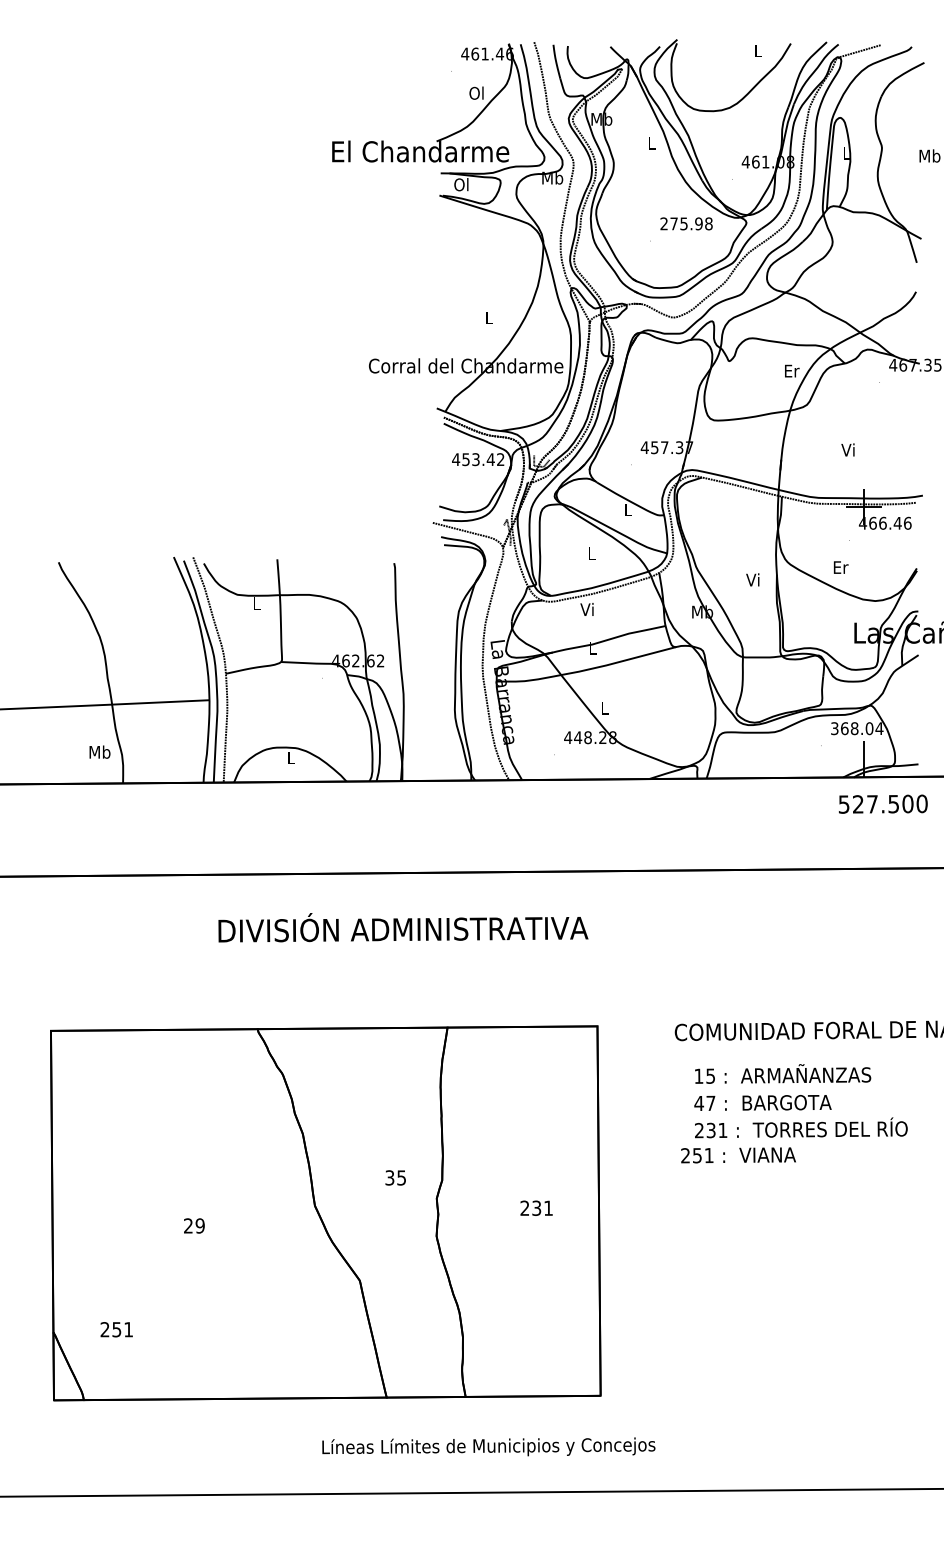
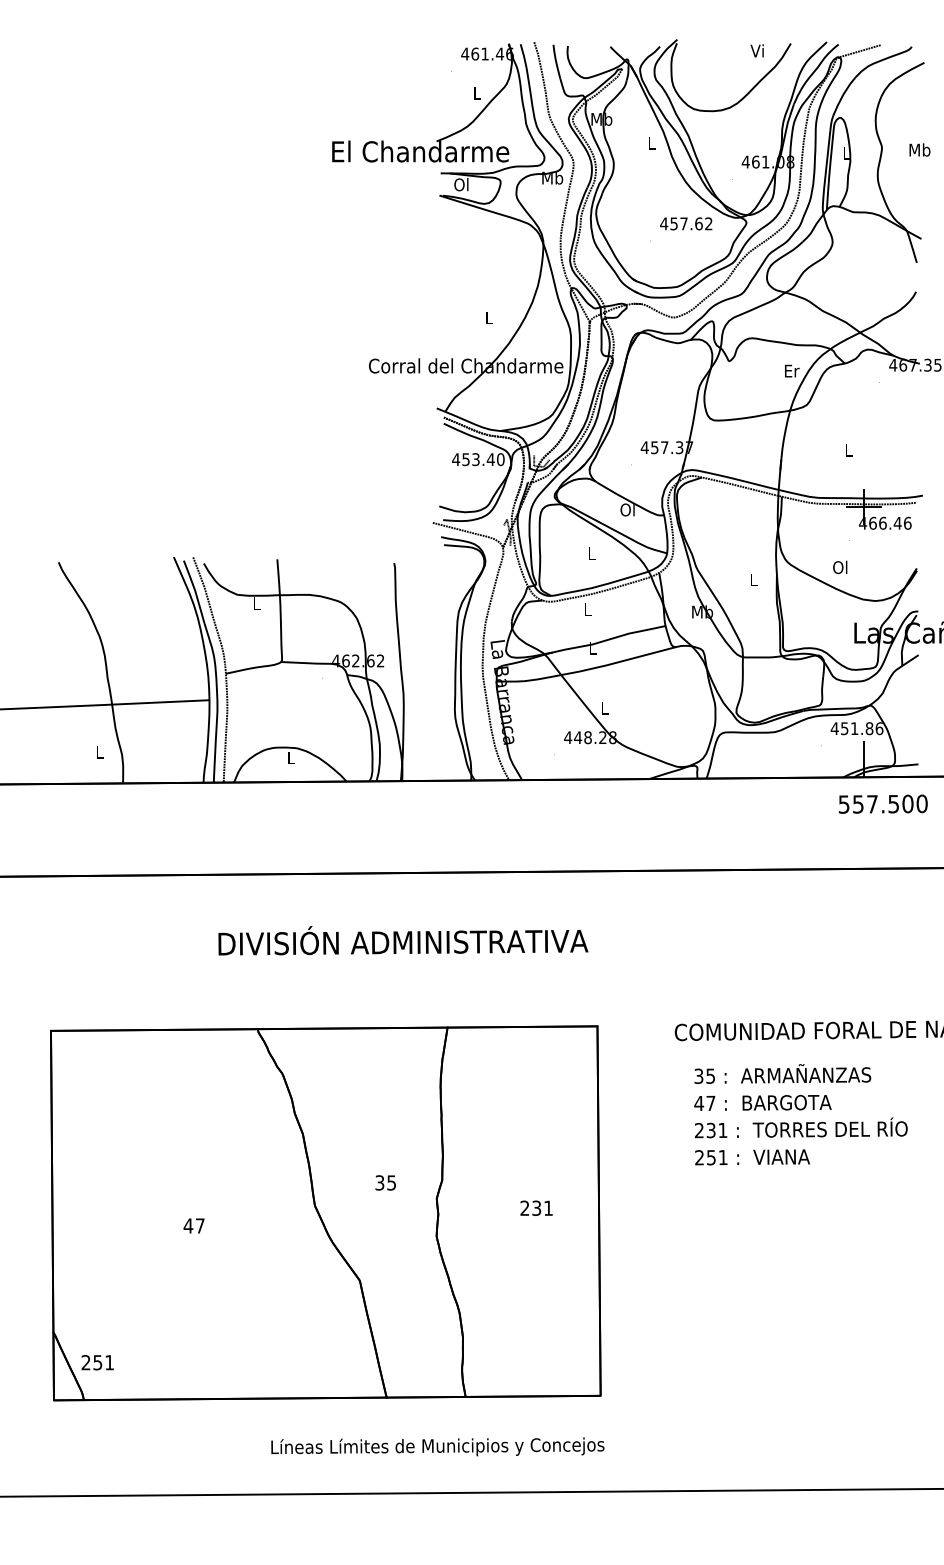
text at (756, 50): L -> Vi
text at (476, 92): Ol -> L
text at (929, 155) position: (929, 155) -> (919, 149)
text at (686, 223): 275.98 -> 457.62
text at (847, 449): Vi -> L
text at (500, 459): 453.42 -> 453.40
text at (627, 509): L -> Ol
text at (840, 567): Er -> Ol
text at (752, 579): Vi -> L
text at (586, 609): Vi -> L
text at (856, 728): 368.04 -> 451.86
text at (99, 751): Mb -> L
text at (858, 804): 527.500 -> 557.500
text at (403, 927) position: (403, 927) -> (403, 940)
text at (698, 1076): 15 -> 35
text at (738, 1155) position: (738, 1155) -> (752, 1157)
text at (395, 1177) position: (395, 1177) -> (385, 1182)
text at (193, 1225): 29 -> 47
text at (116, 1329) position: (116, 1329) -> (97, 1362)
text at (488, 1446) position: (488, 1446) -> (437, 1446)
